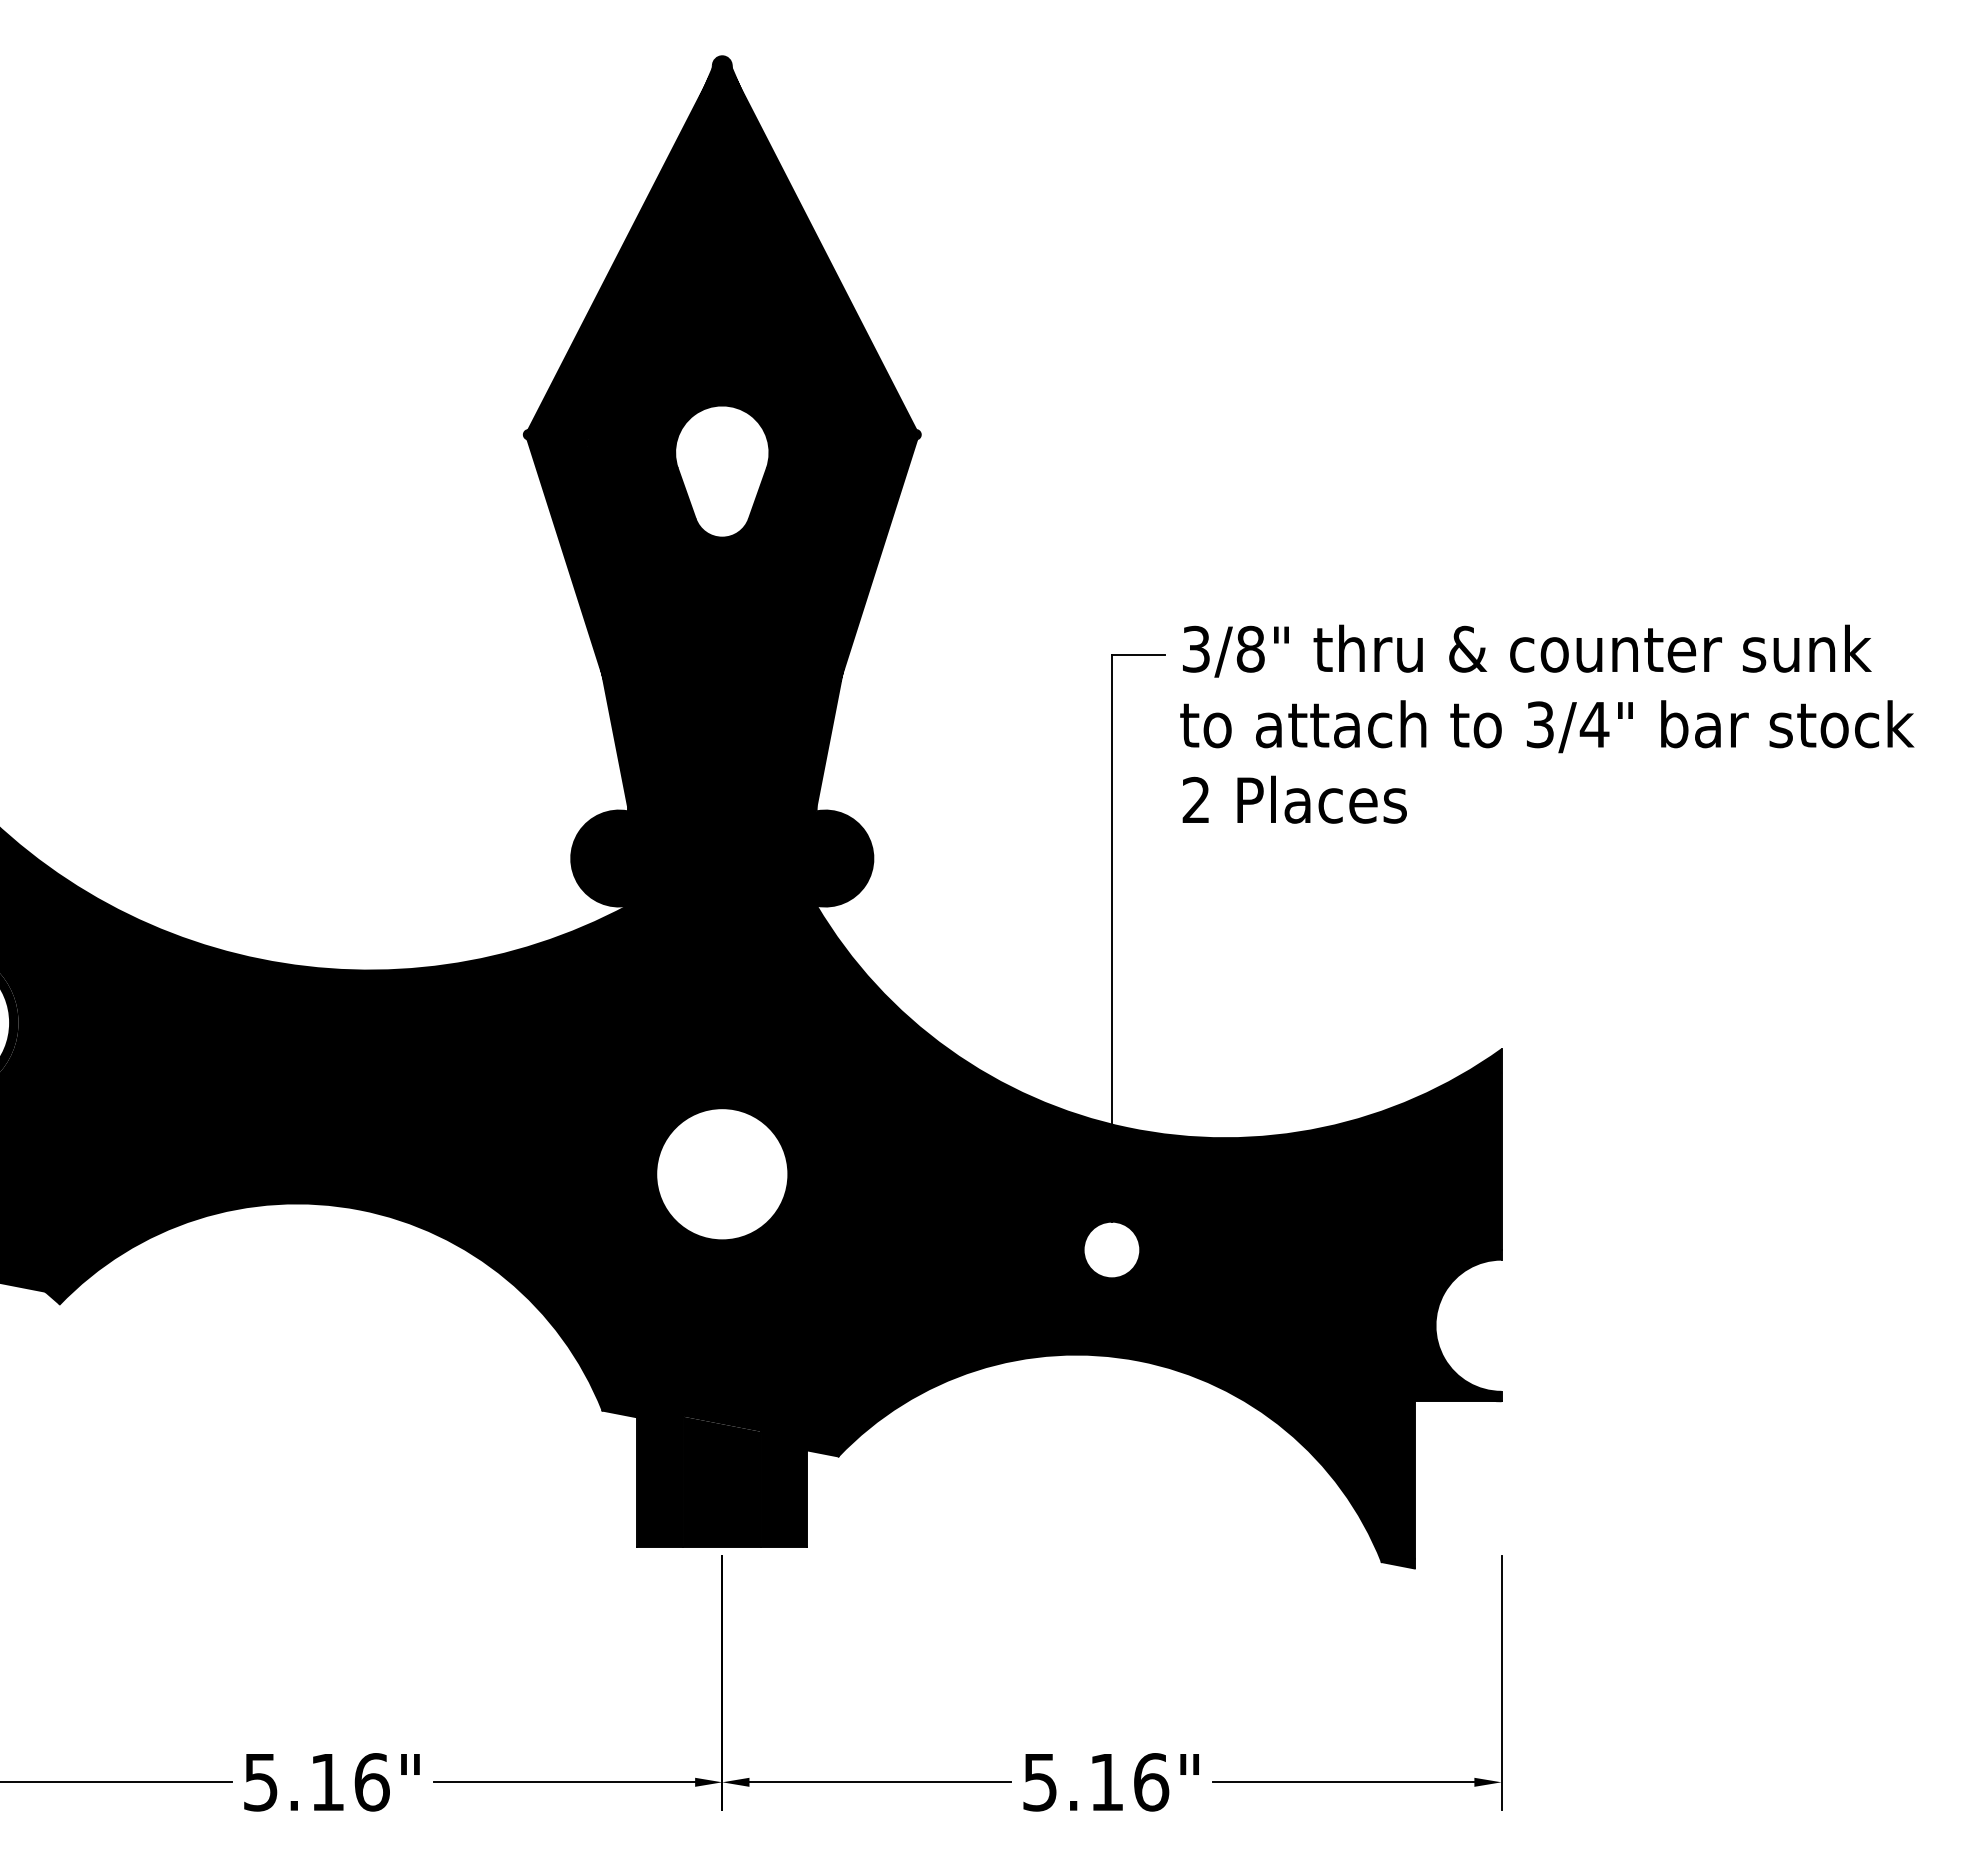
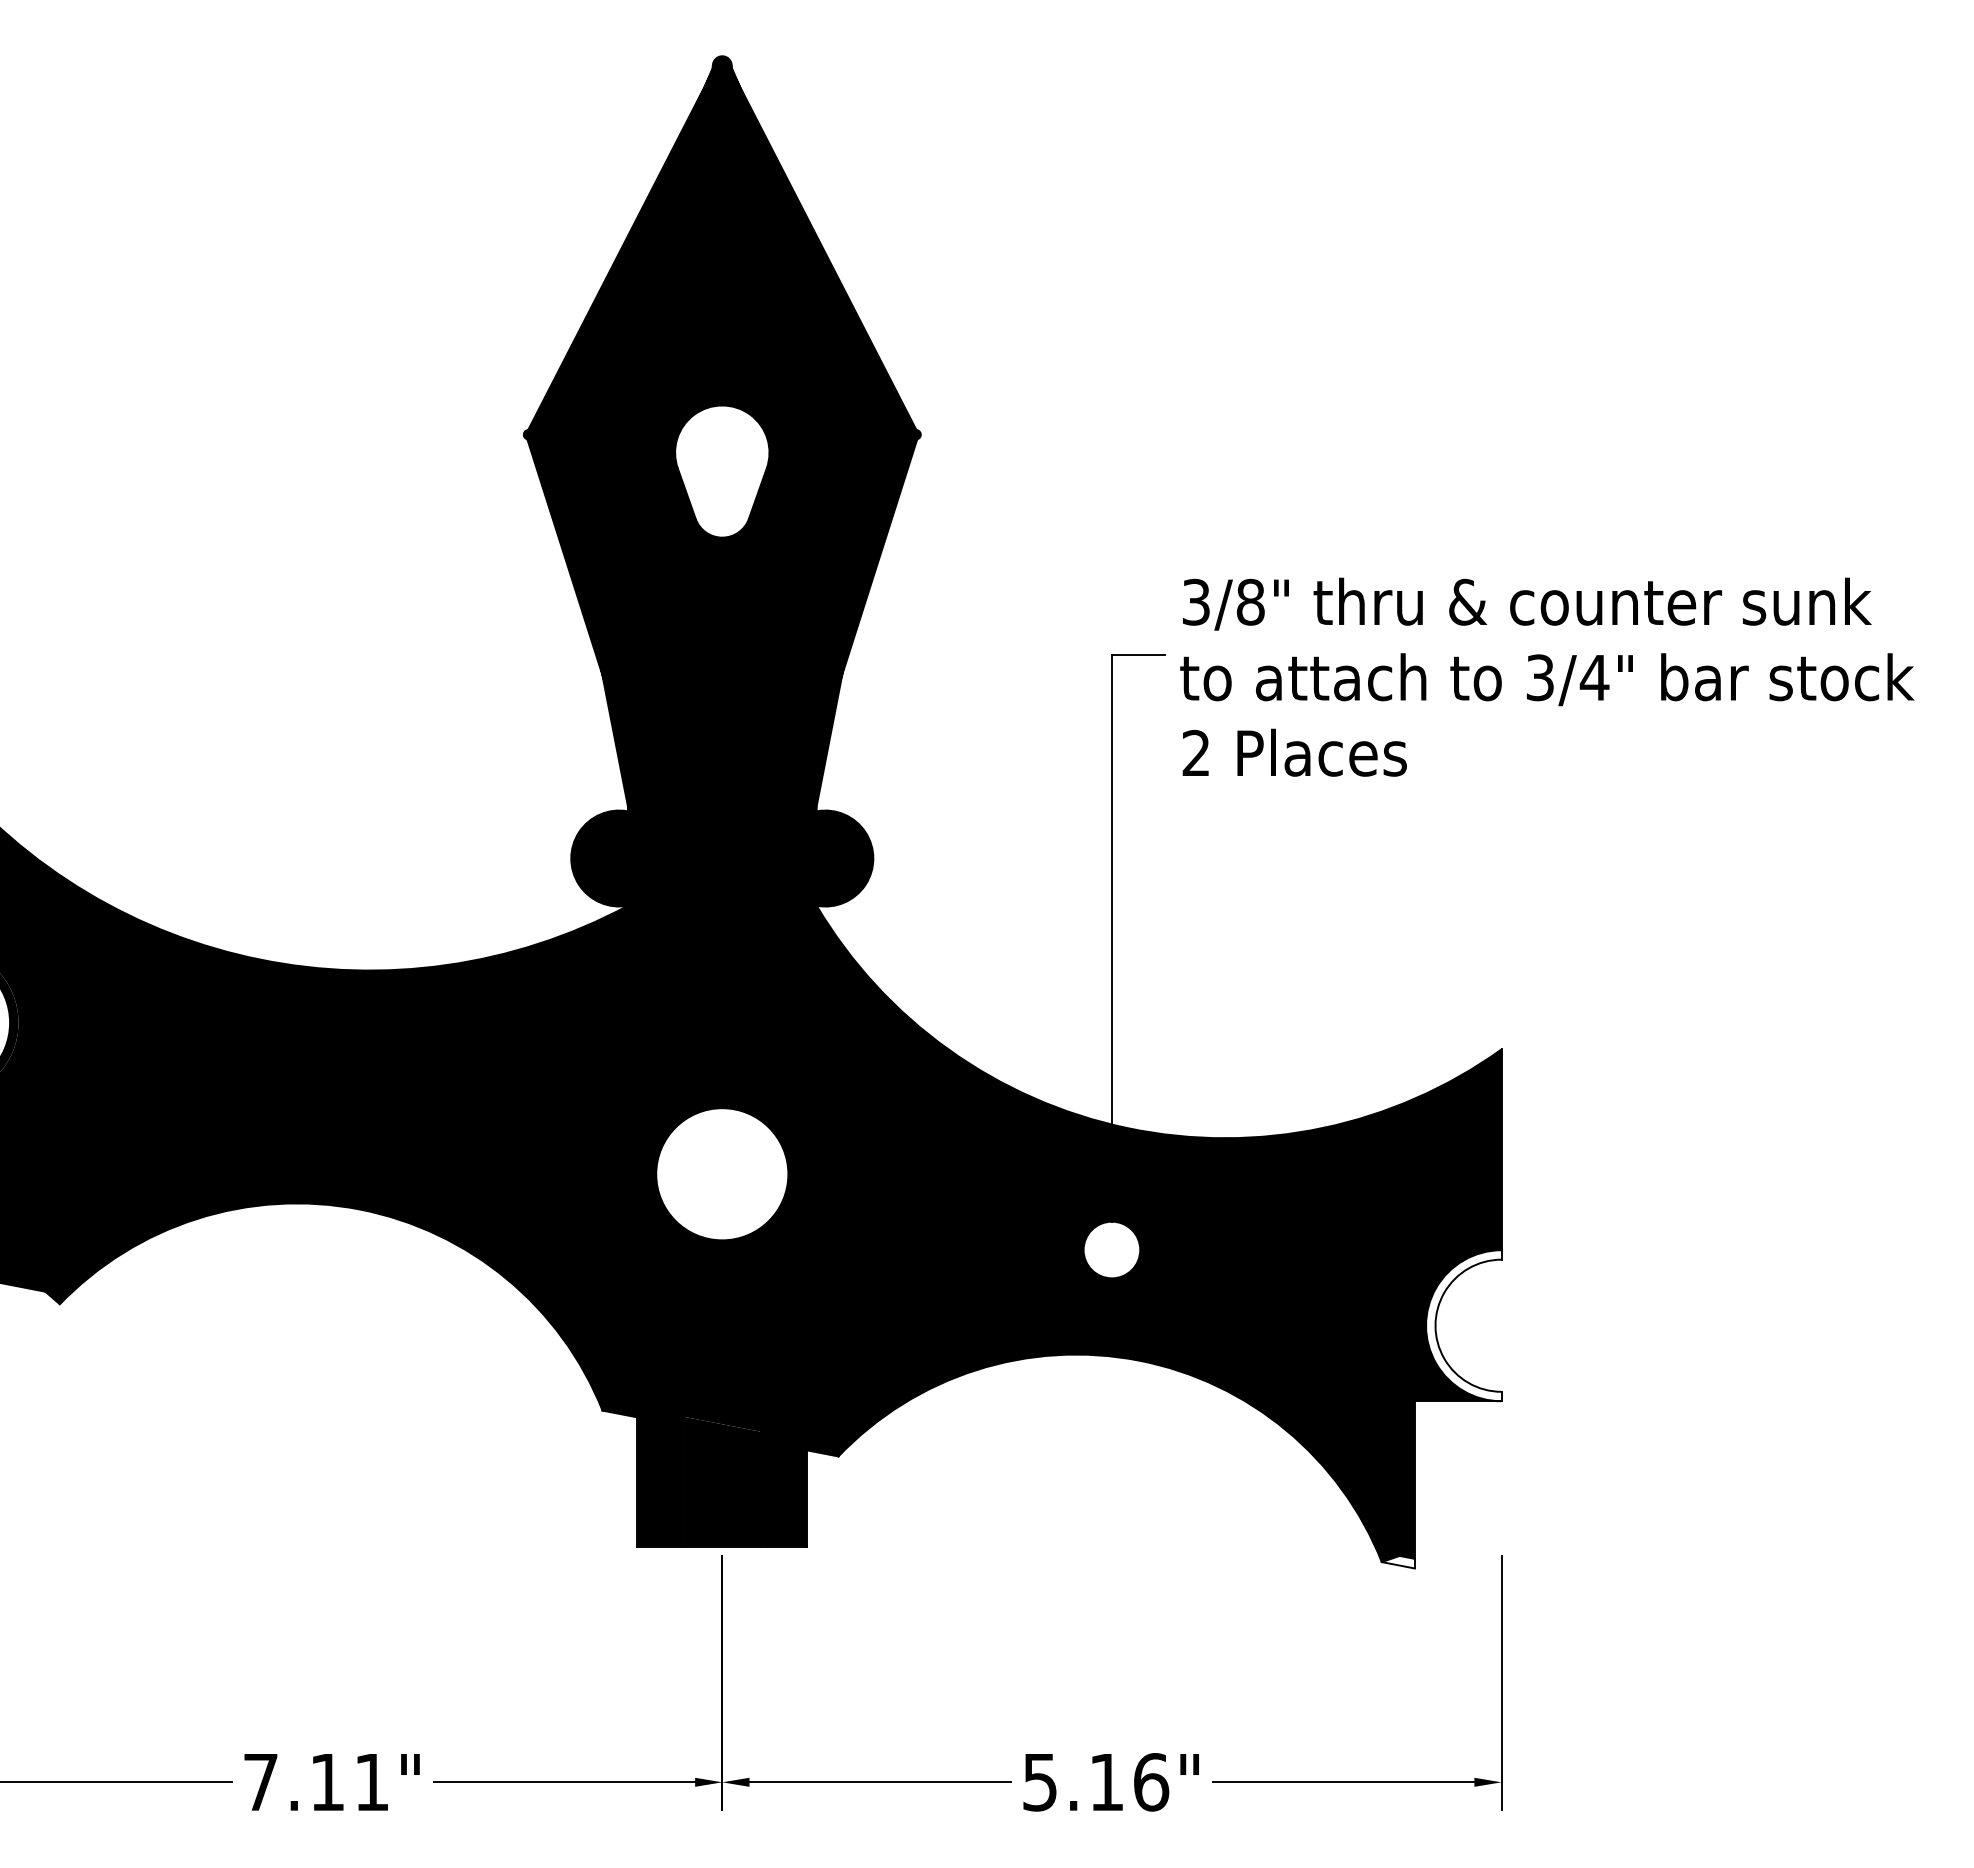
text at (1547, 723) position: (1547, 723) -> (1547, 676)
fill at (1463, 1325): present -> none
fill at (1397, 1561): present -> none
text at (316, 1782): 5.16" -> 7.11"
